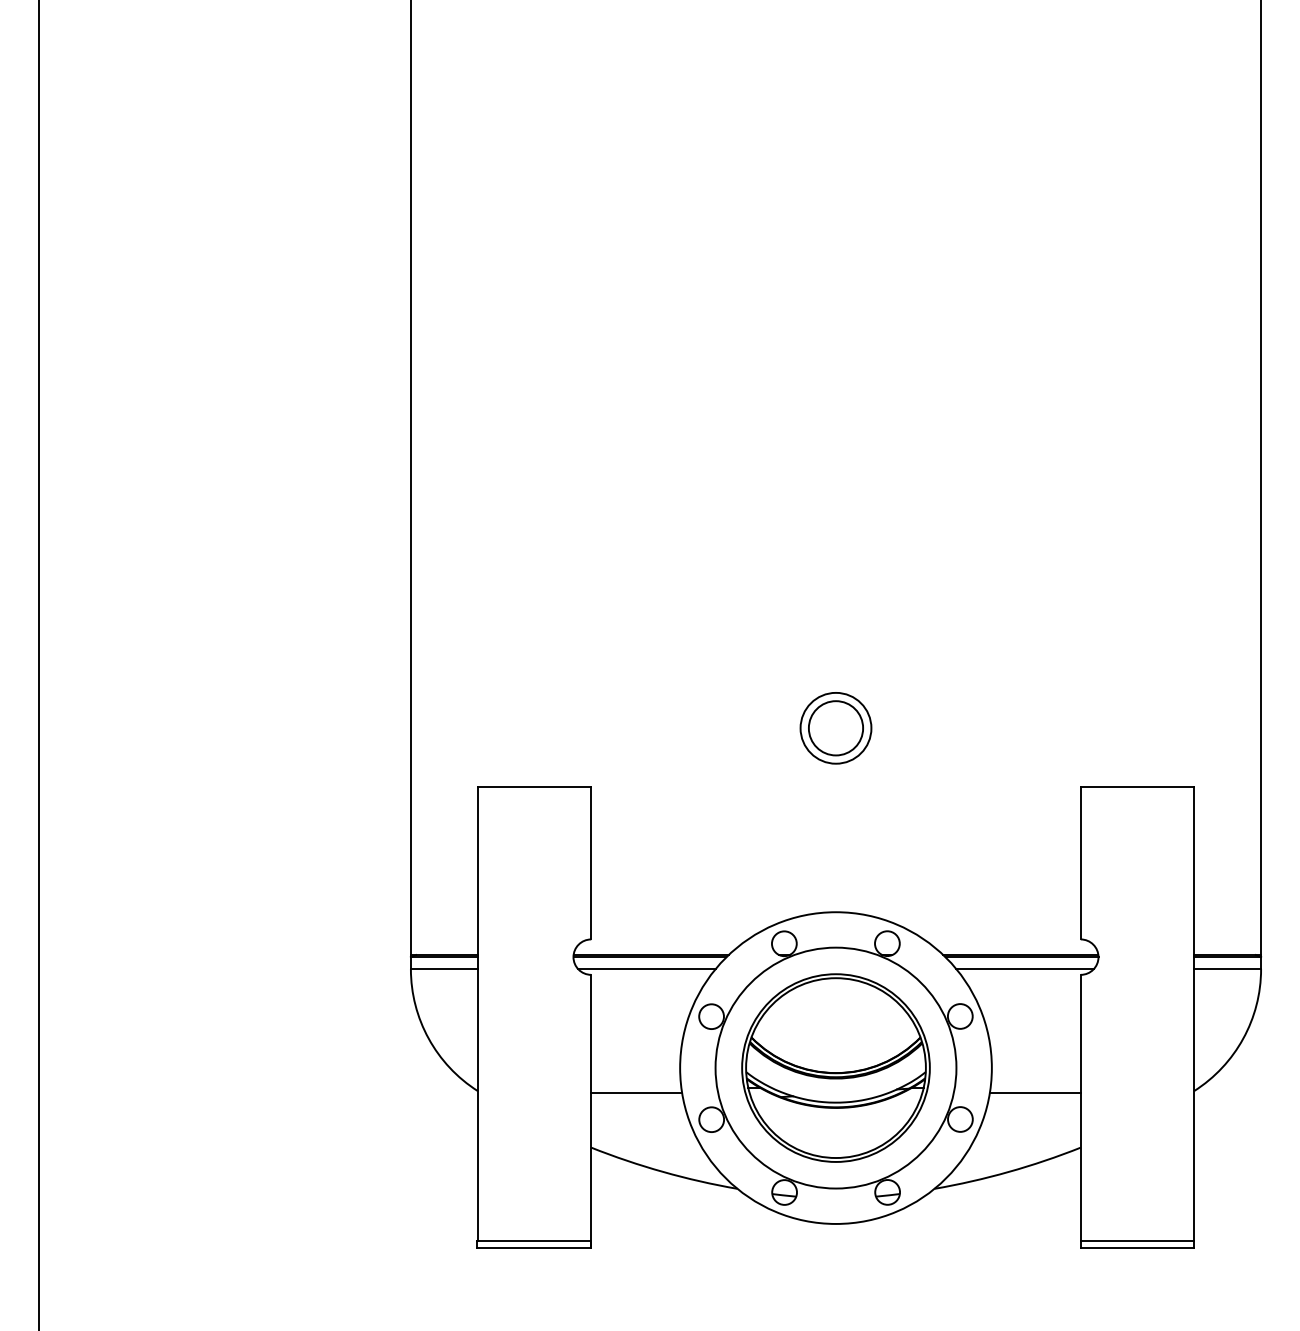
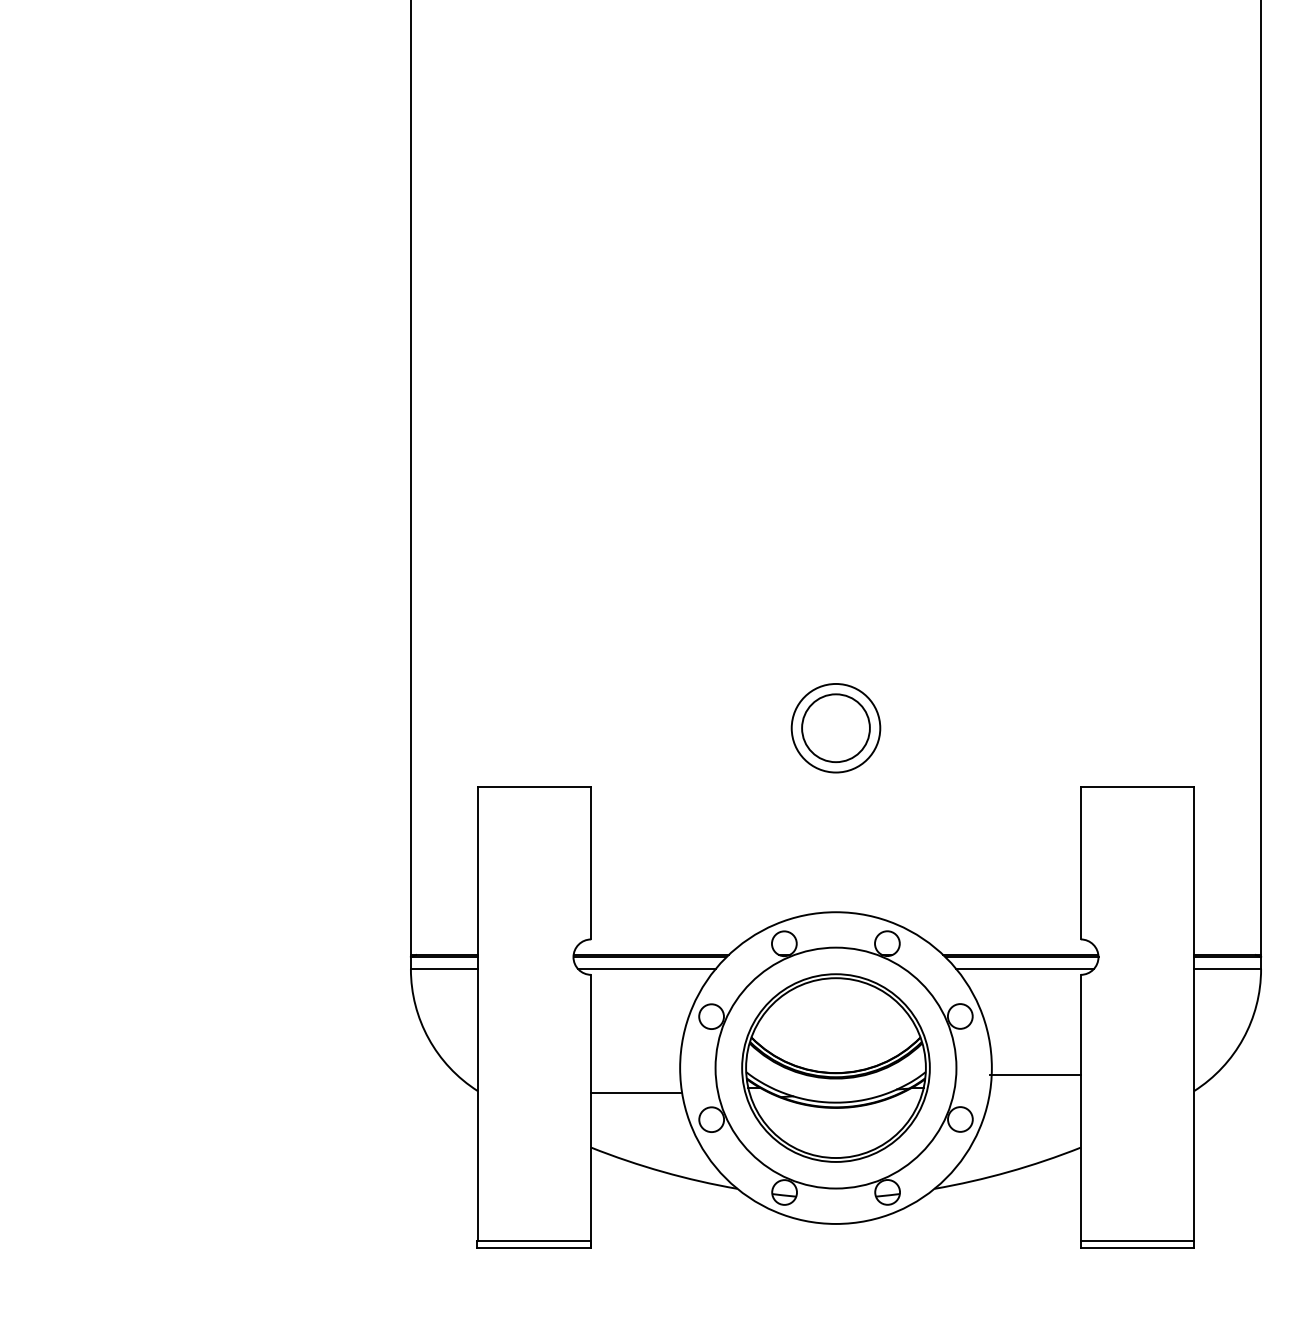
line at (38, 664): present -> none
part at (835, 728) size: 74x73 px -> 92x91 px
line at (1034, 1092) position: (1034, 1092) -> (1034, 1074)
